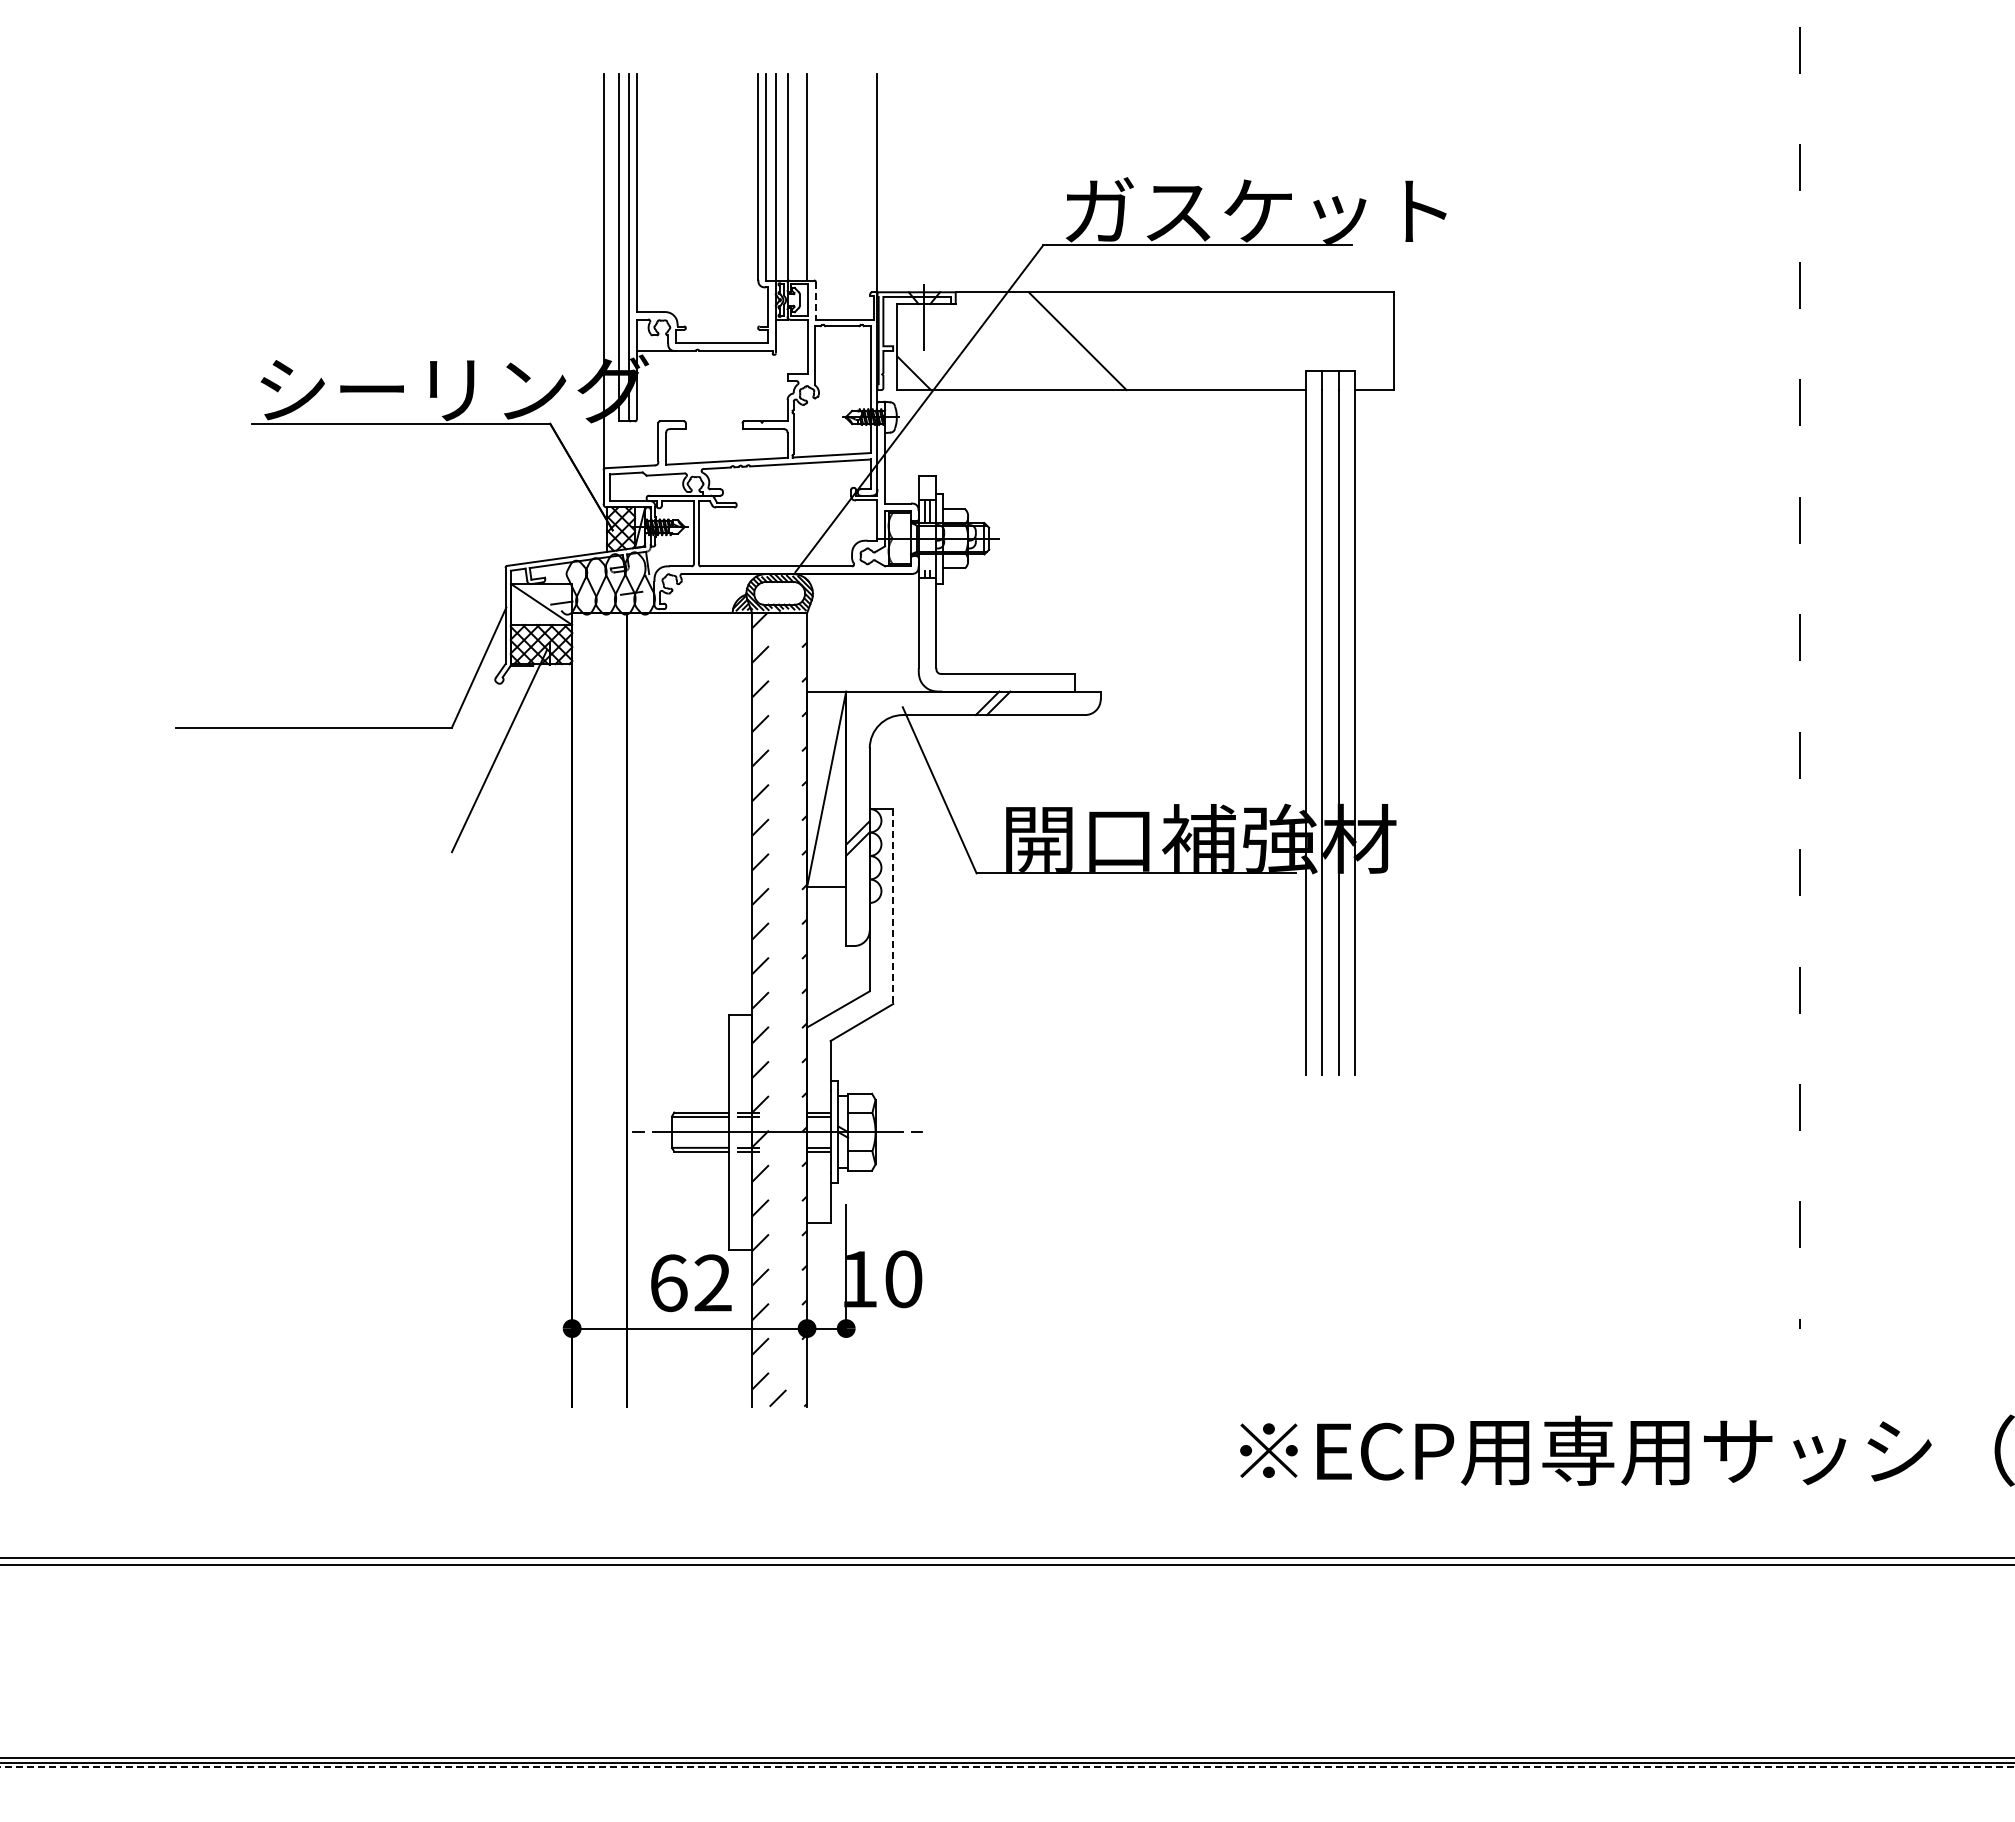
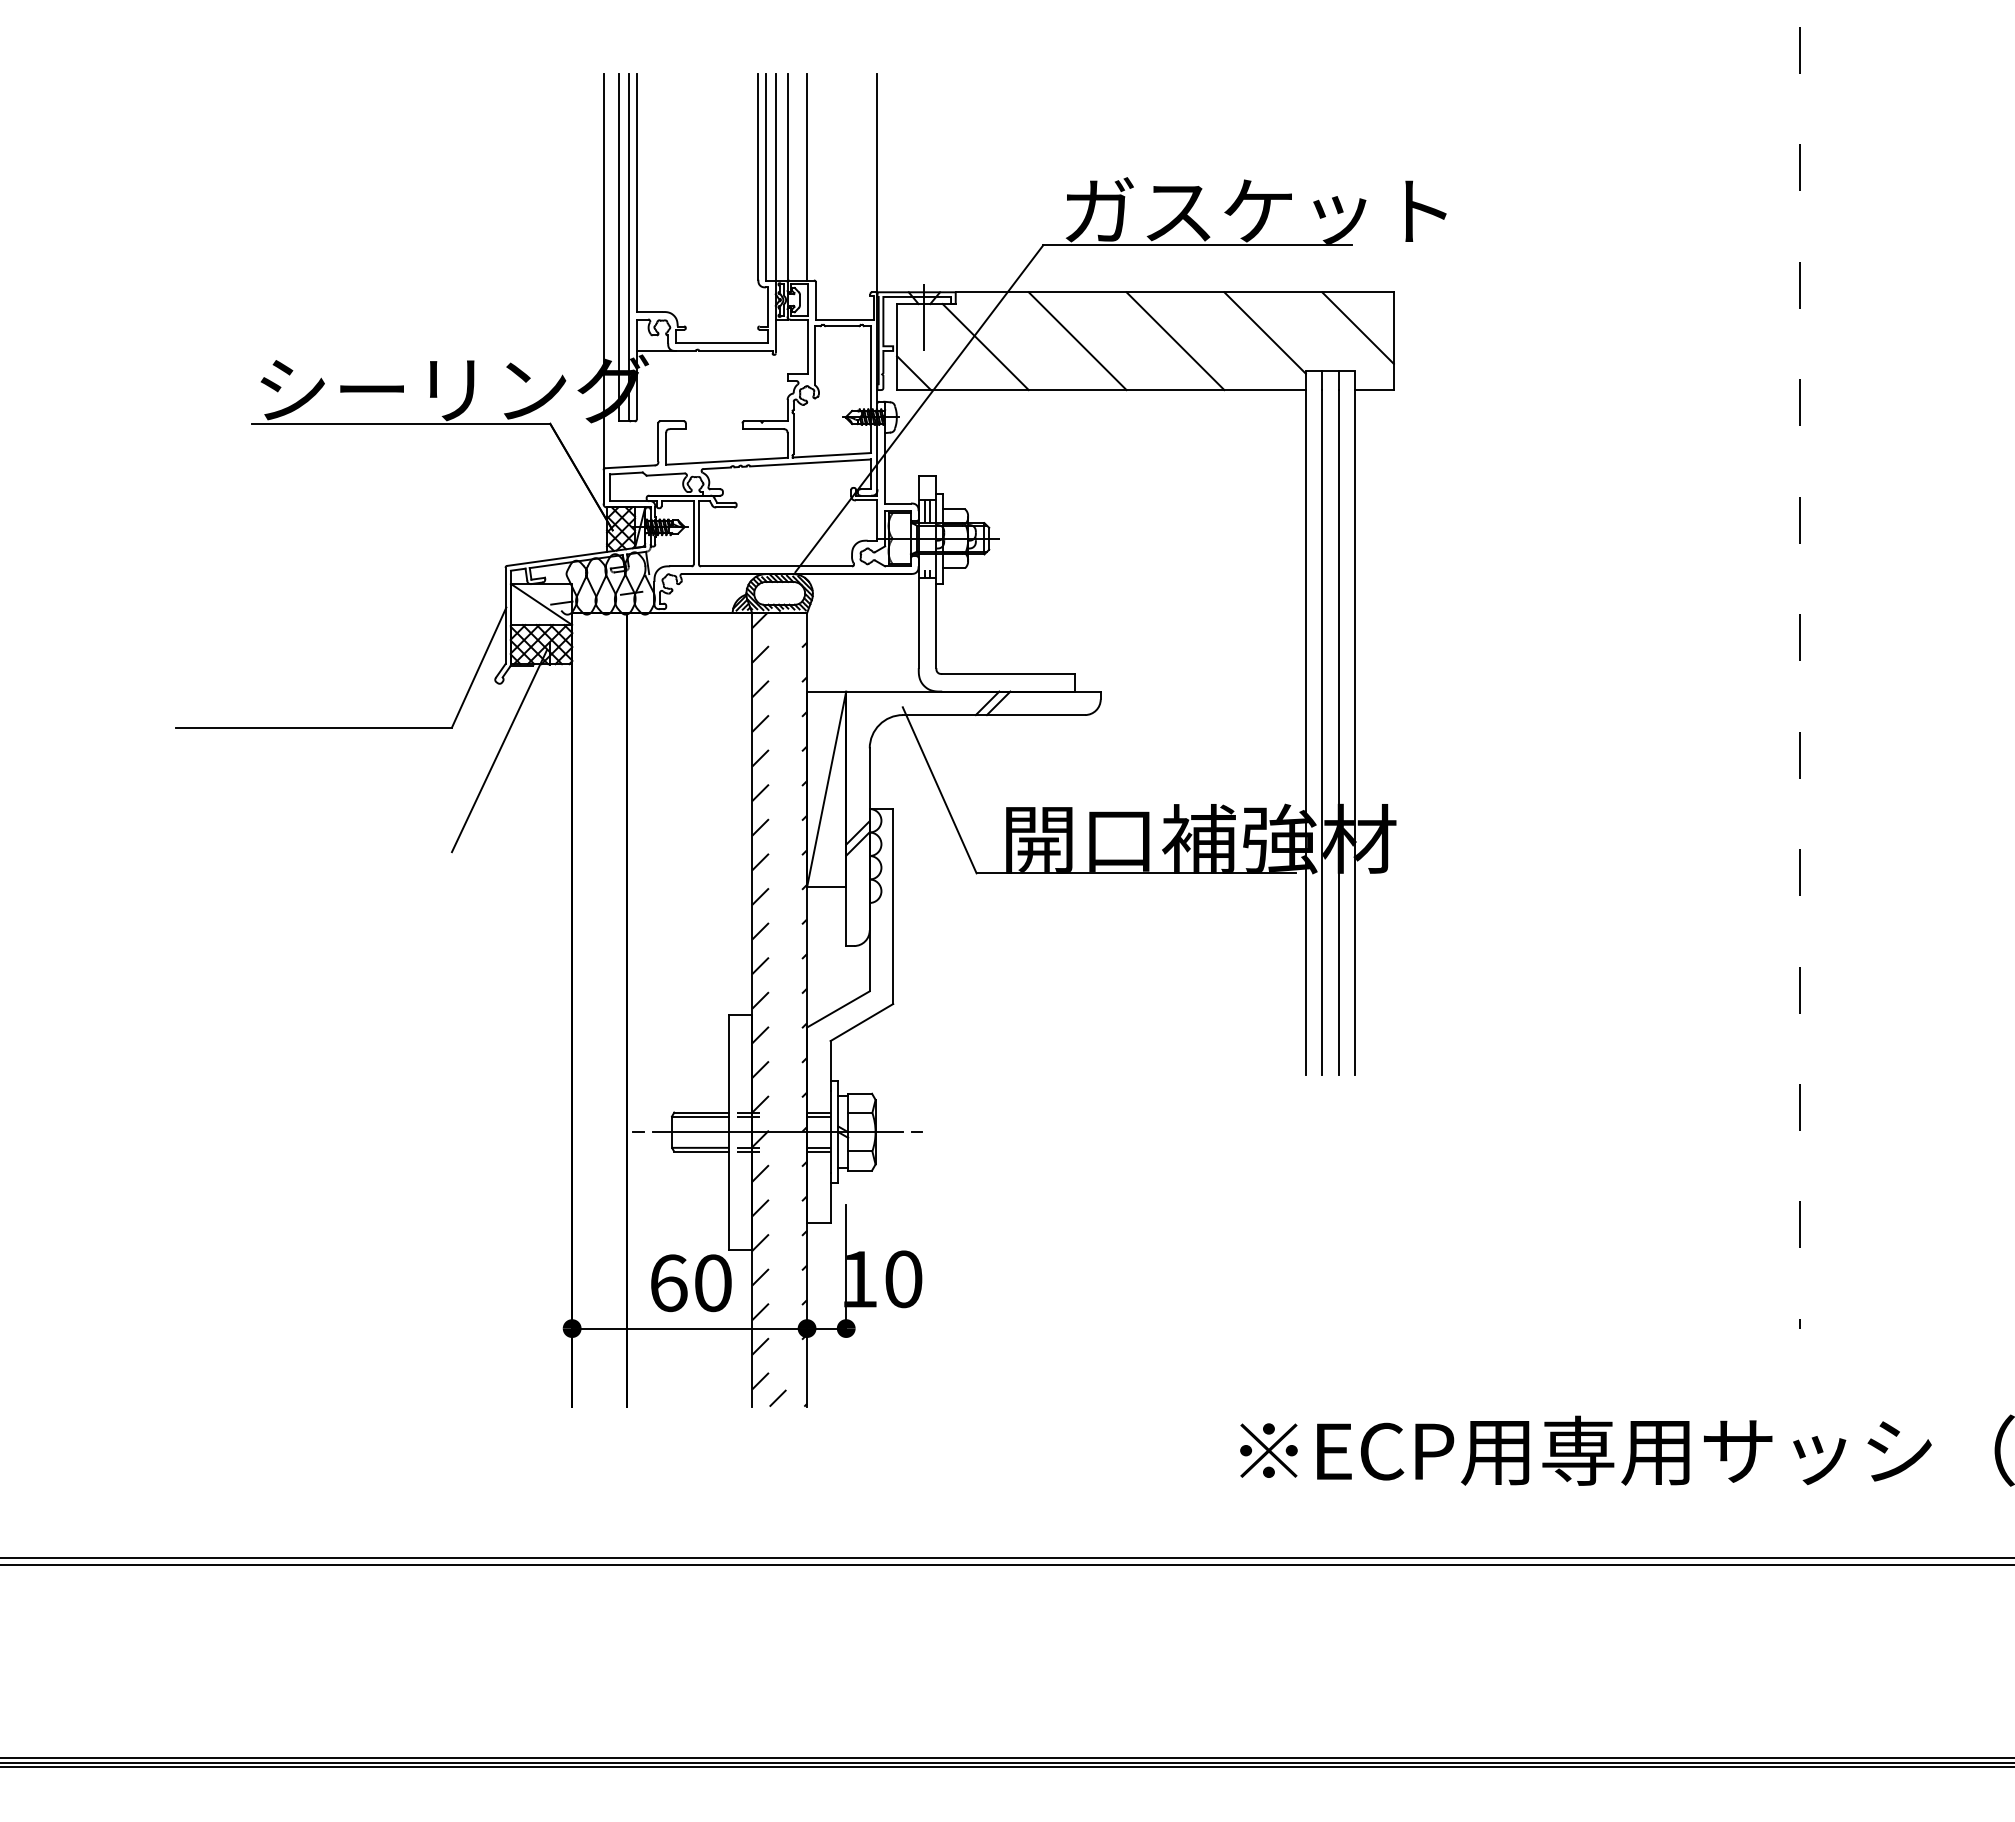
line at (815, 301): dashed -> solid
line at (1357, 327): none -> present
line at (1264, 332): none -> present
line at (1175, 341): none -> present
line at (985, 347): none -> present
line at (893, 906): dashed -> solid
text at (712, 1283): 62 -> 60
line at (1007, 1767): dashed -> solid
